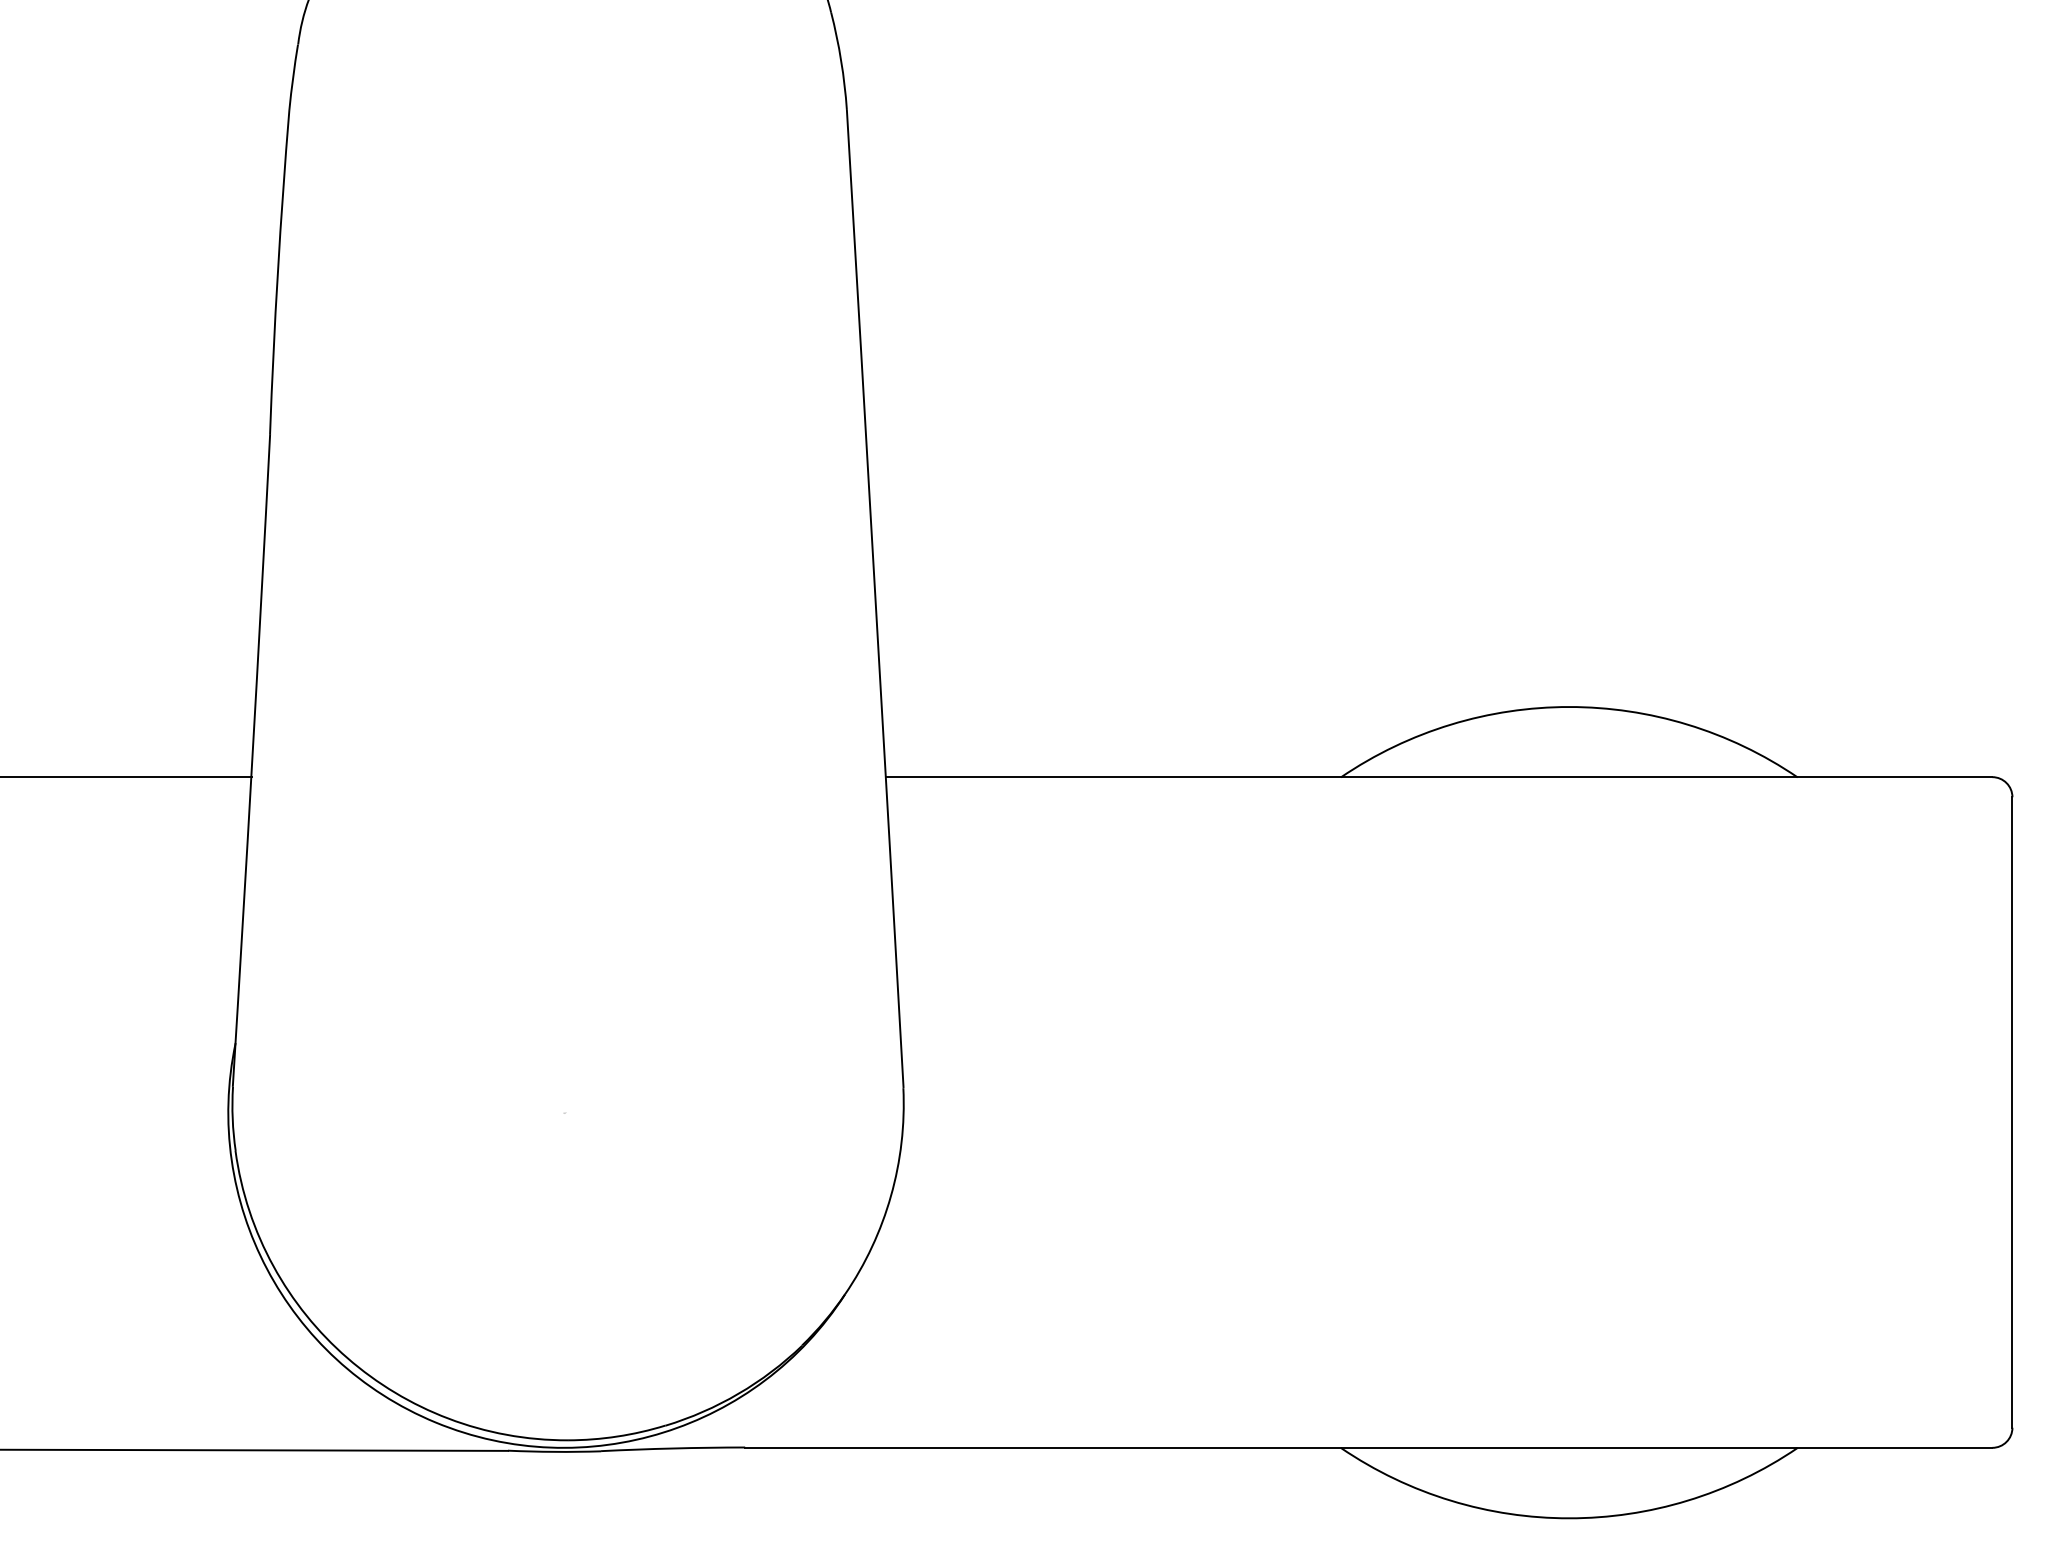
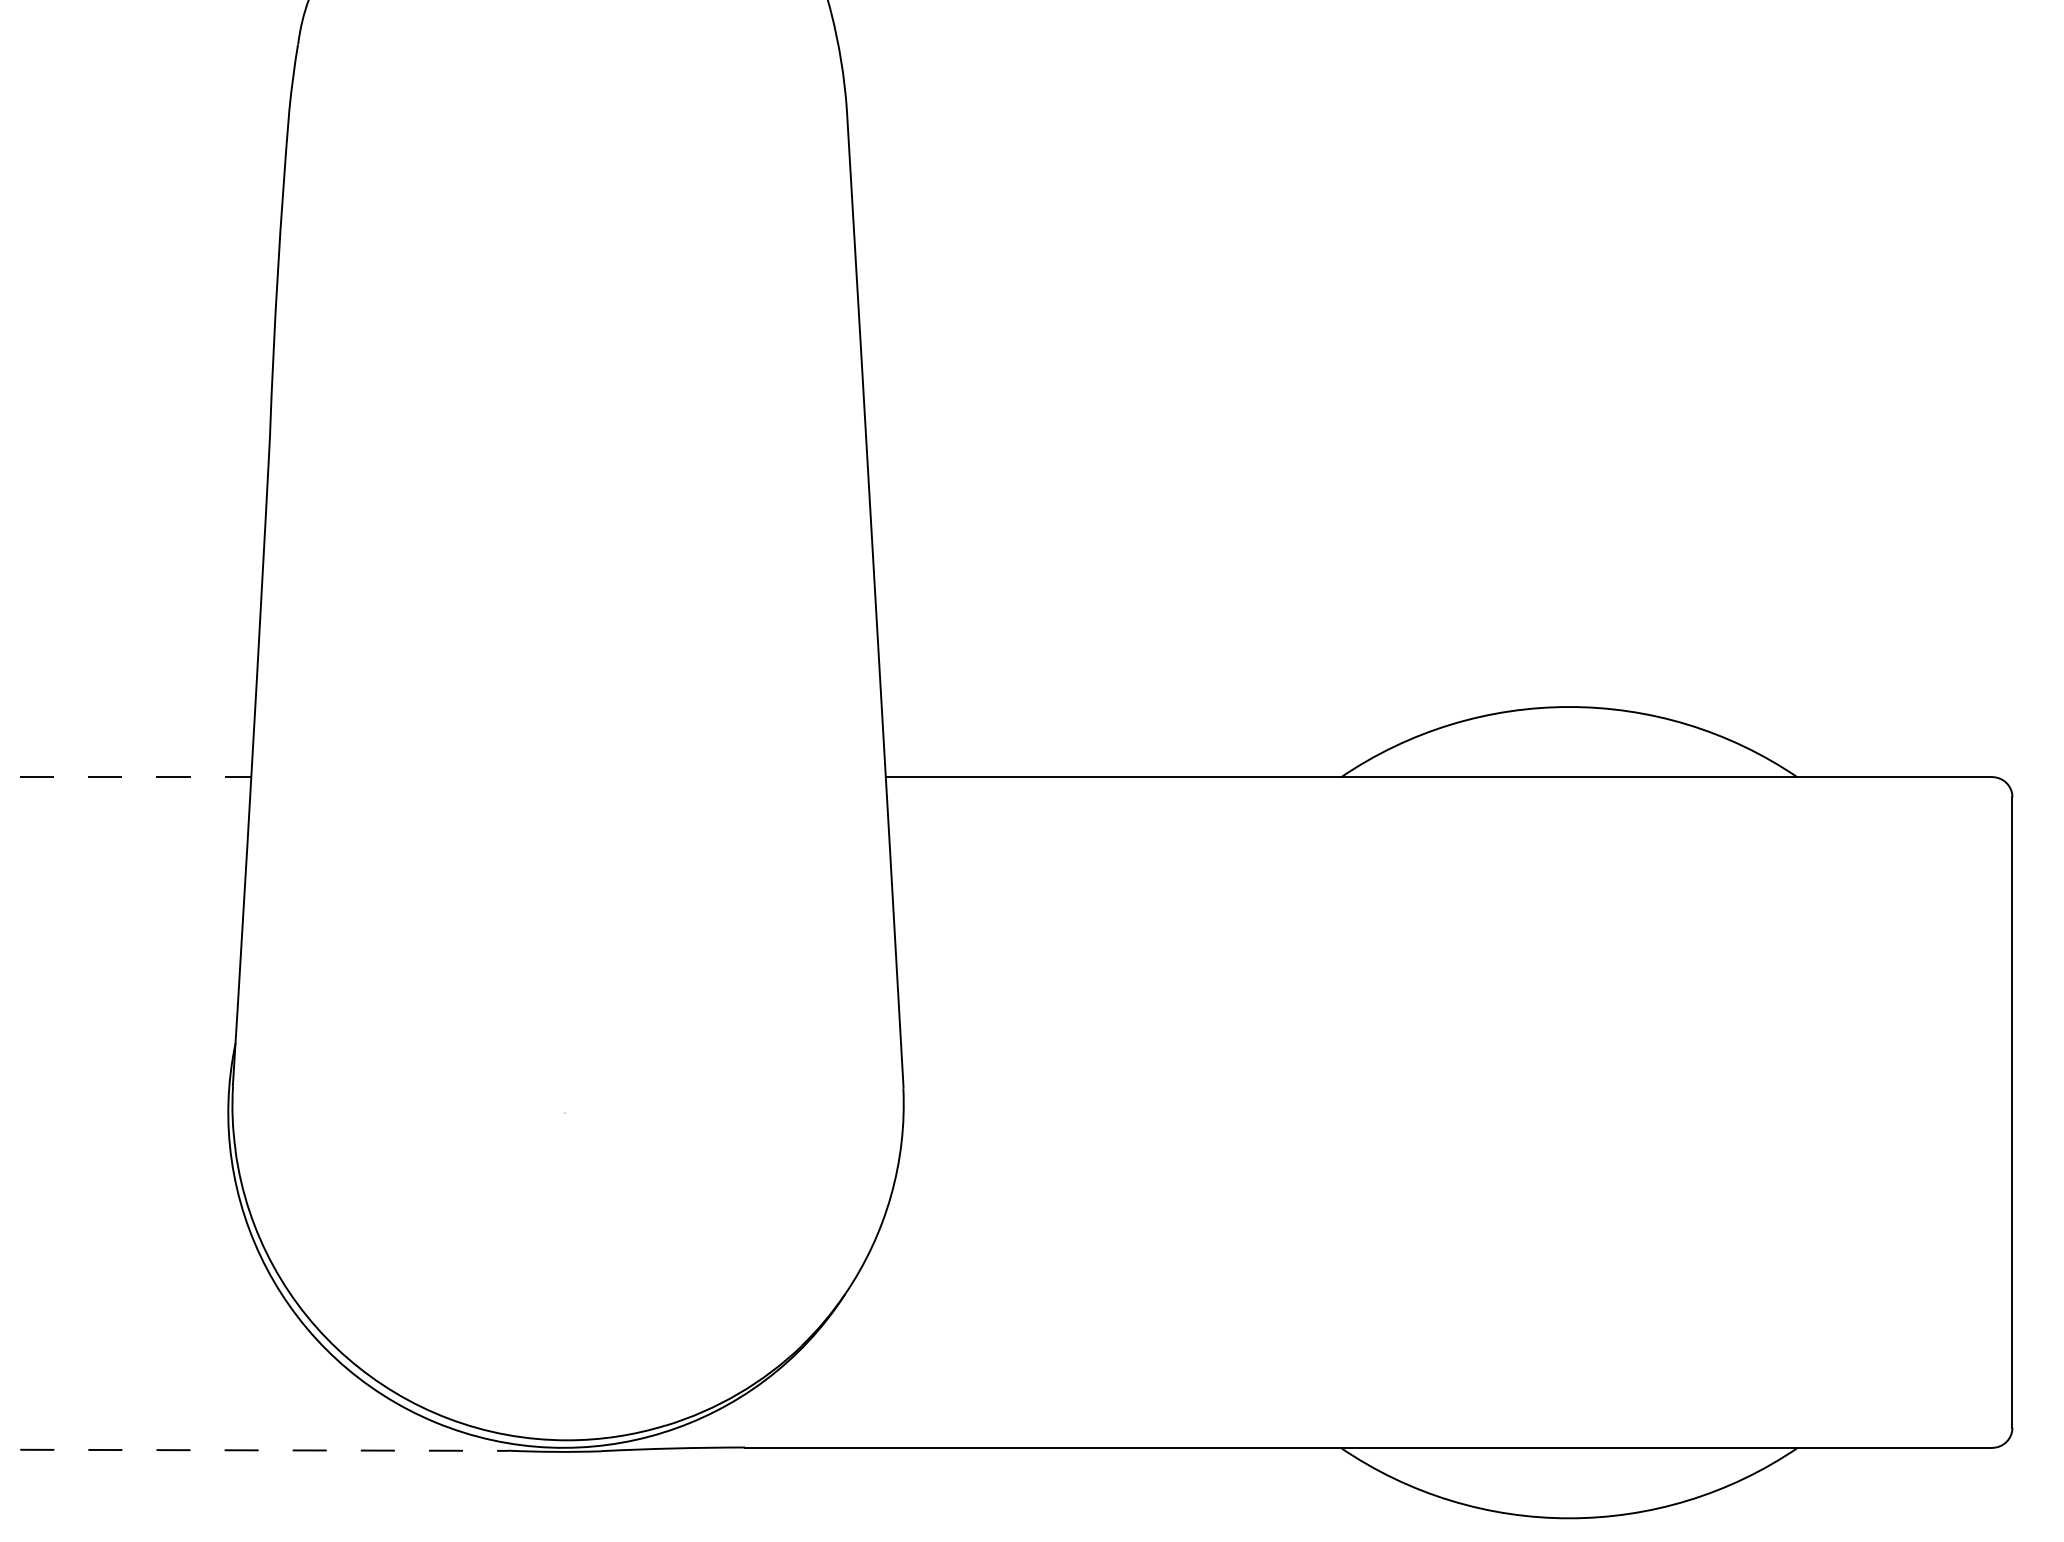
line at (126, 777): solid -> dashed
line at (254, 1450): solid -> dashed
